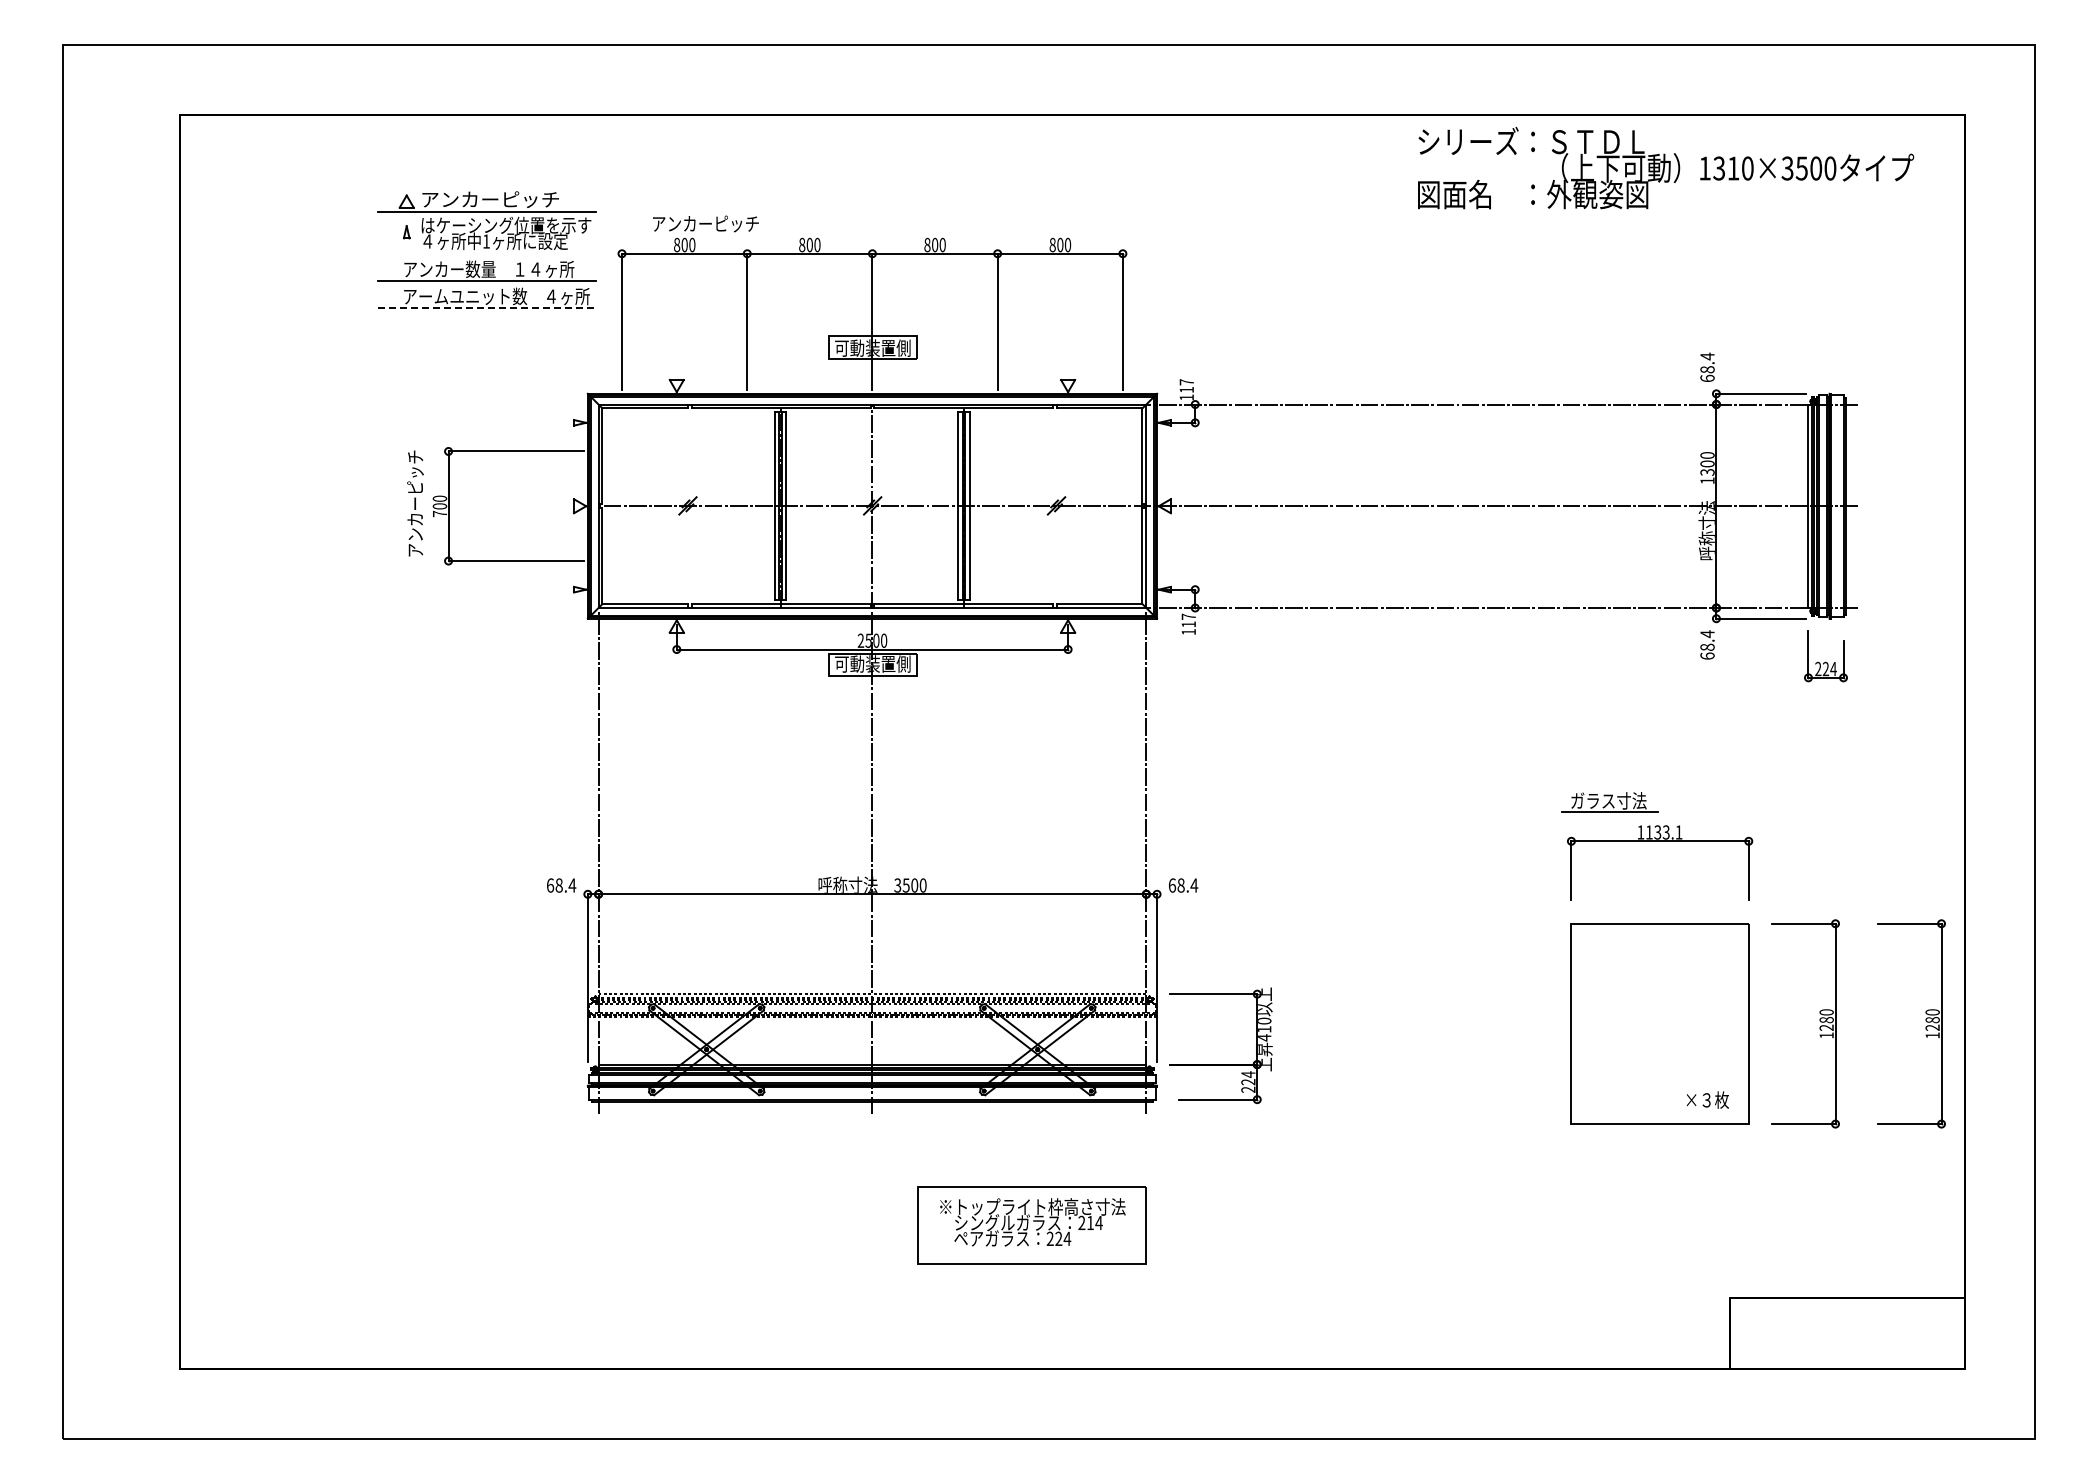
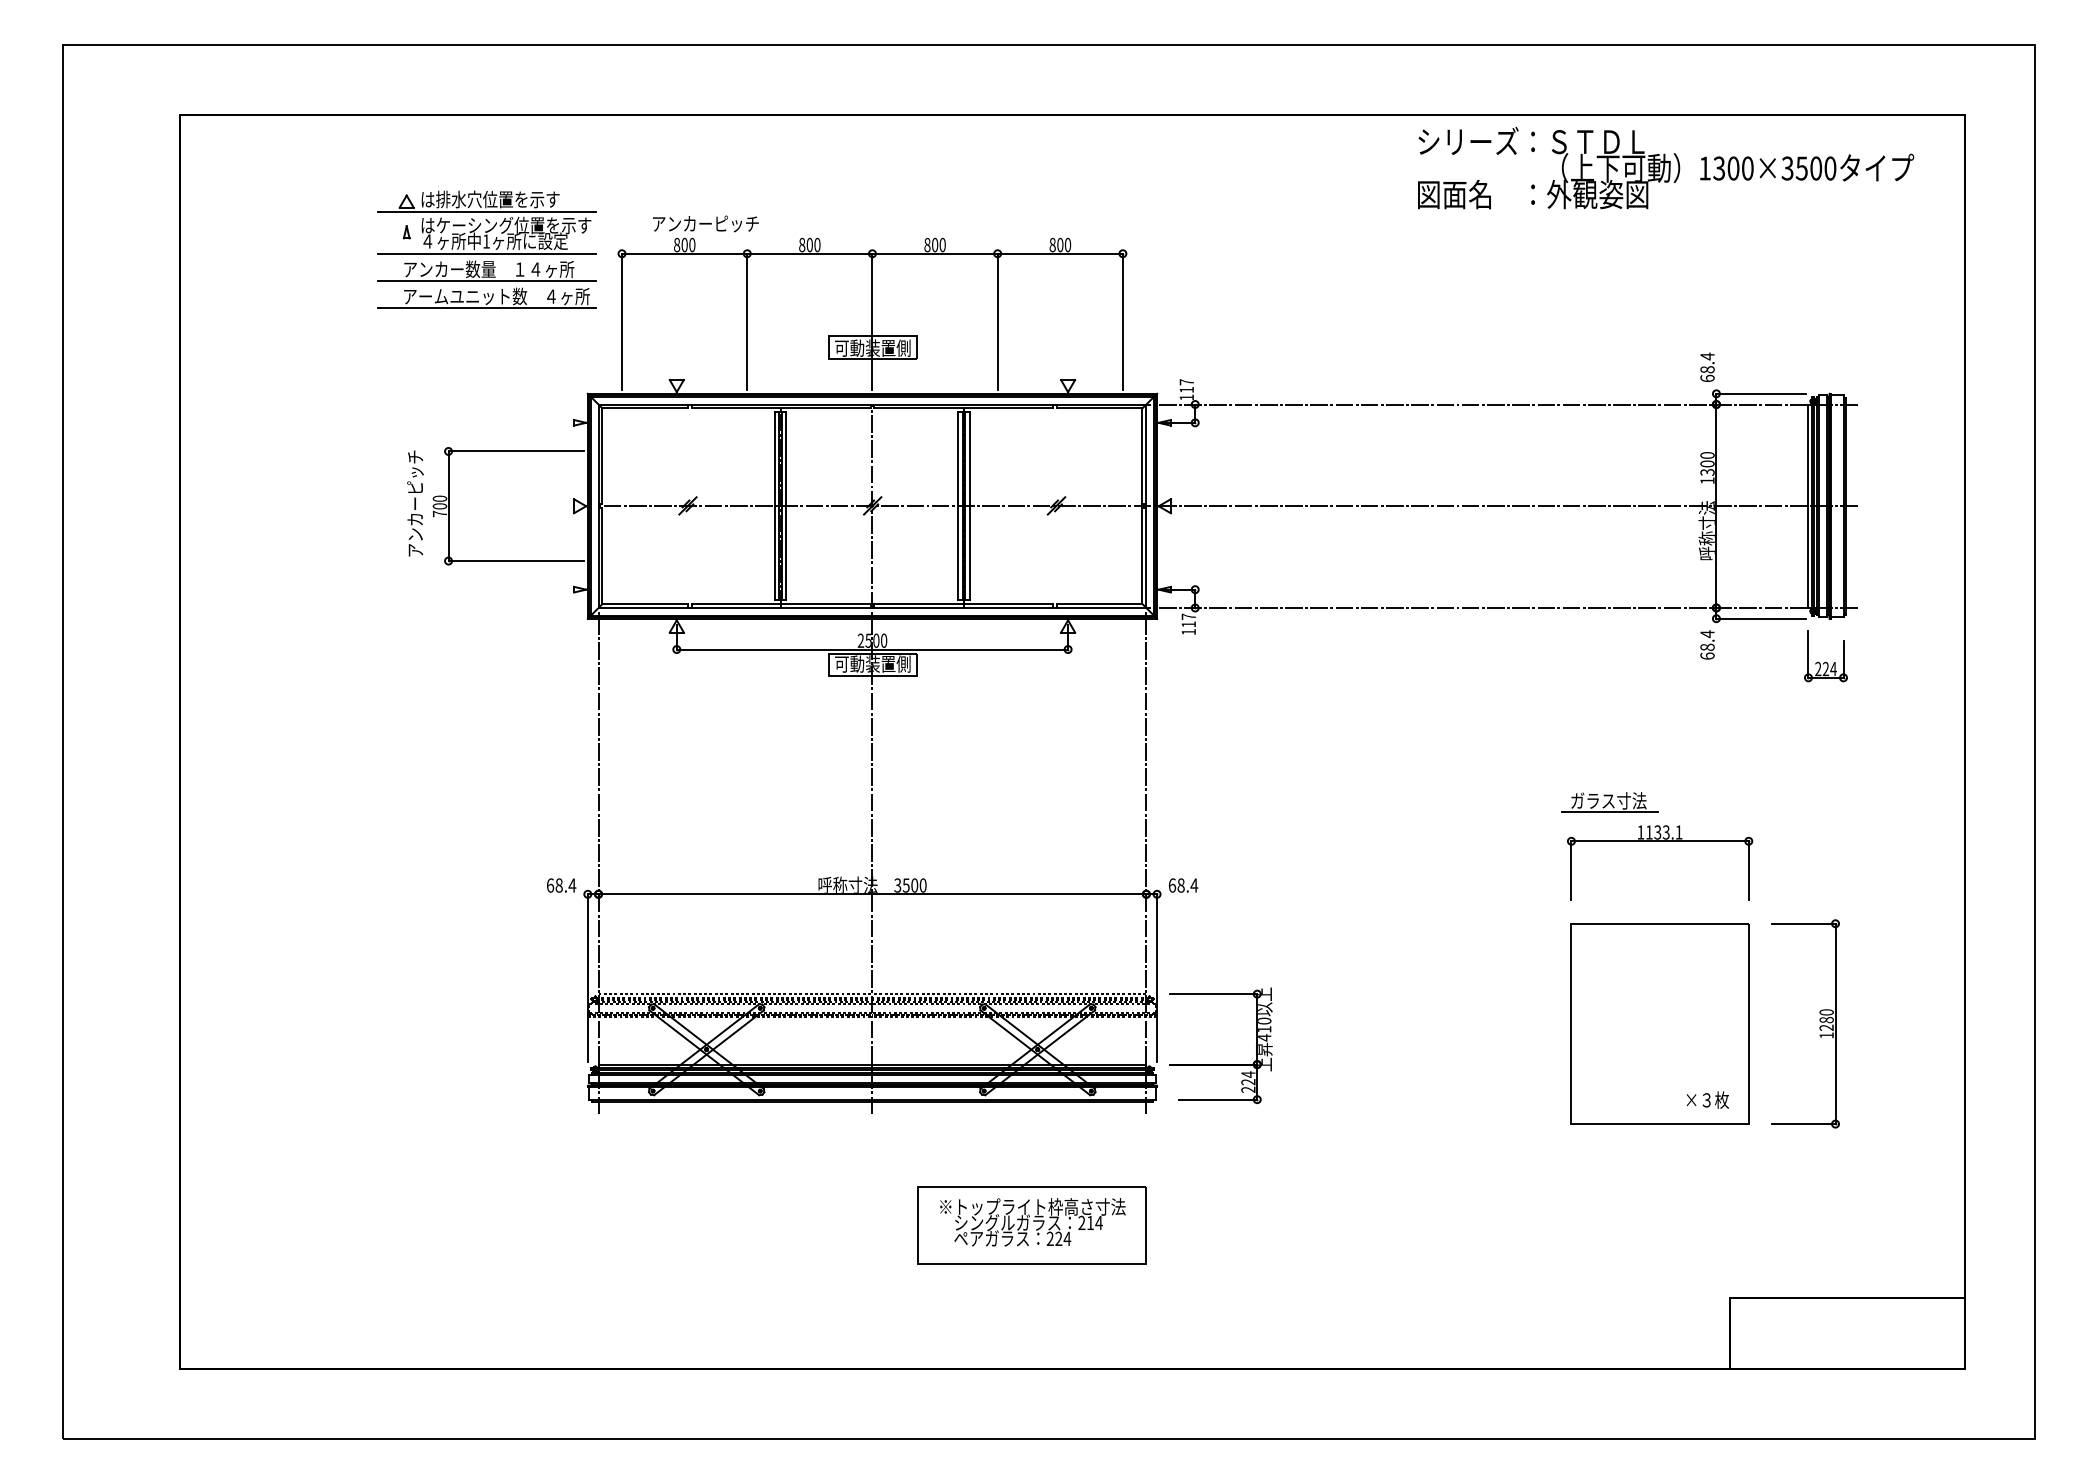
text at (1733, 168): 1310×3500 -> 1300×3500
text at (490, 199): アンカーピッチ -> は排水穴位置を示す
line at (486, 253): none -> present
line at (487, 308): dashed -> solid
part at (1925, 1020): present -> none
